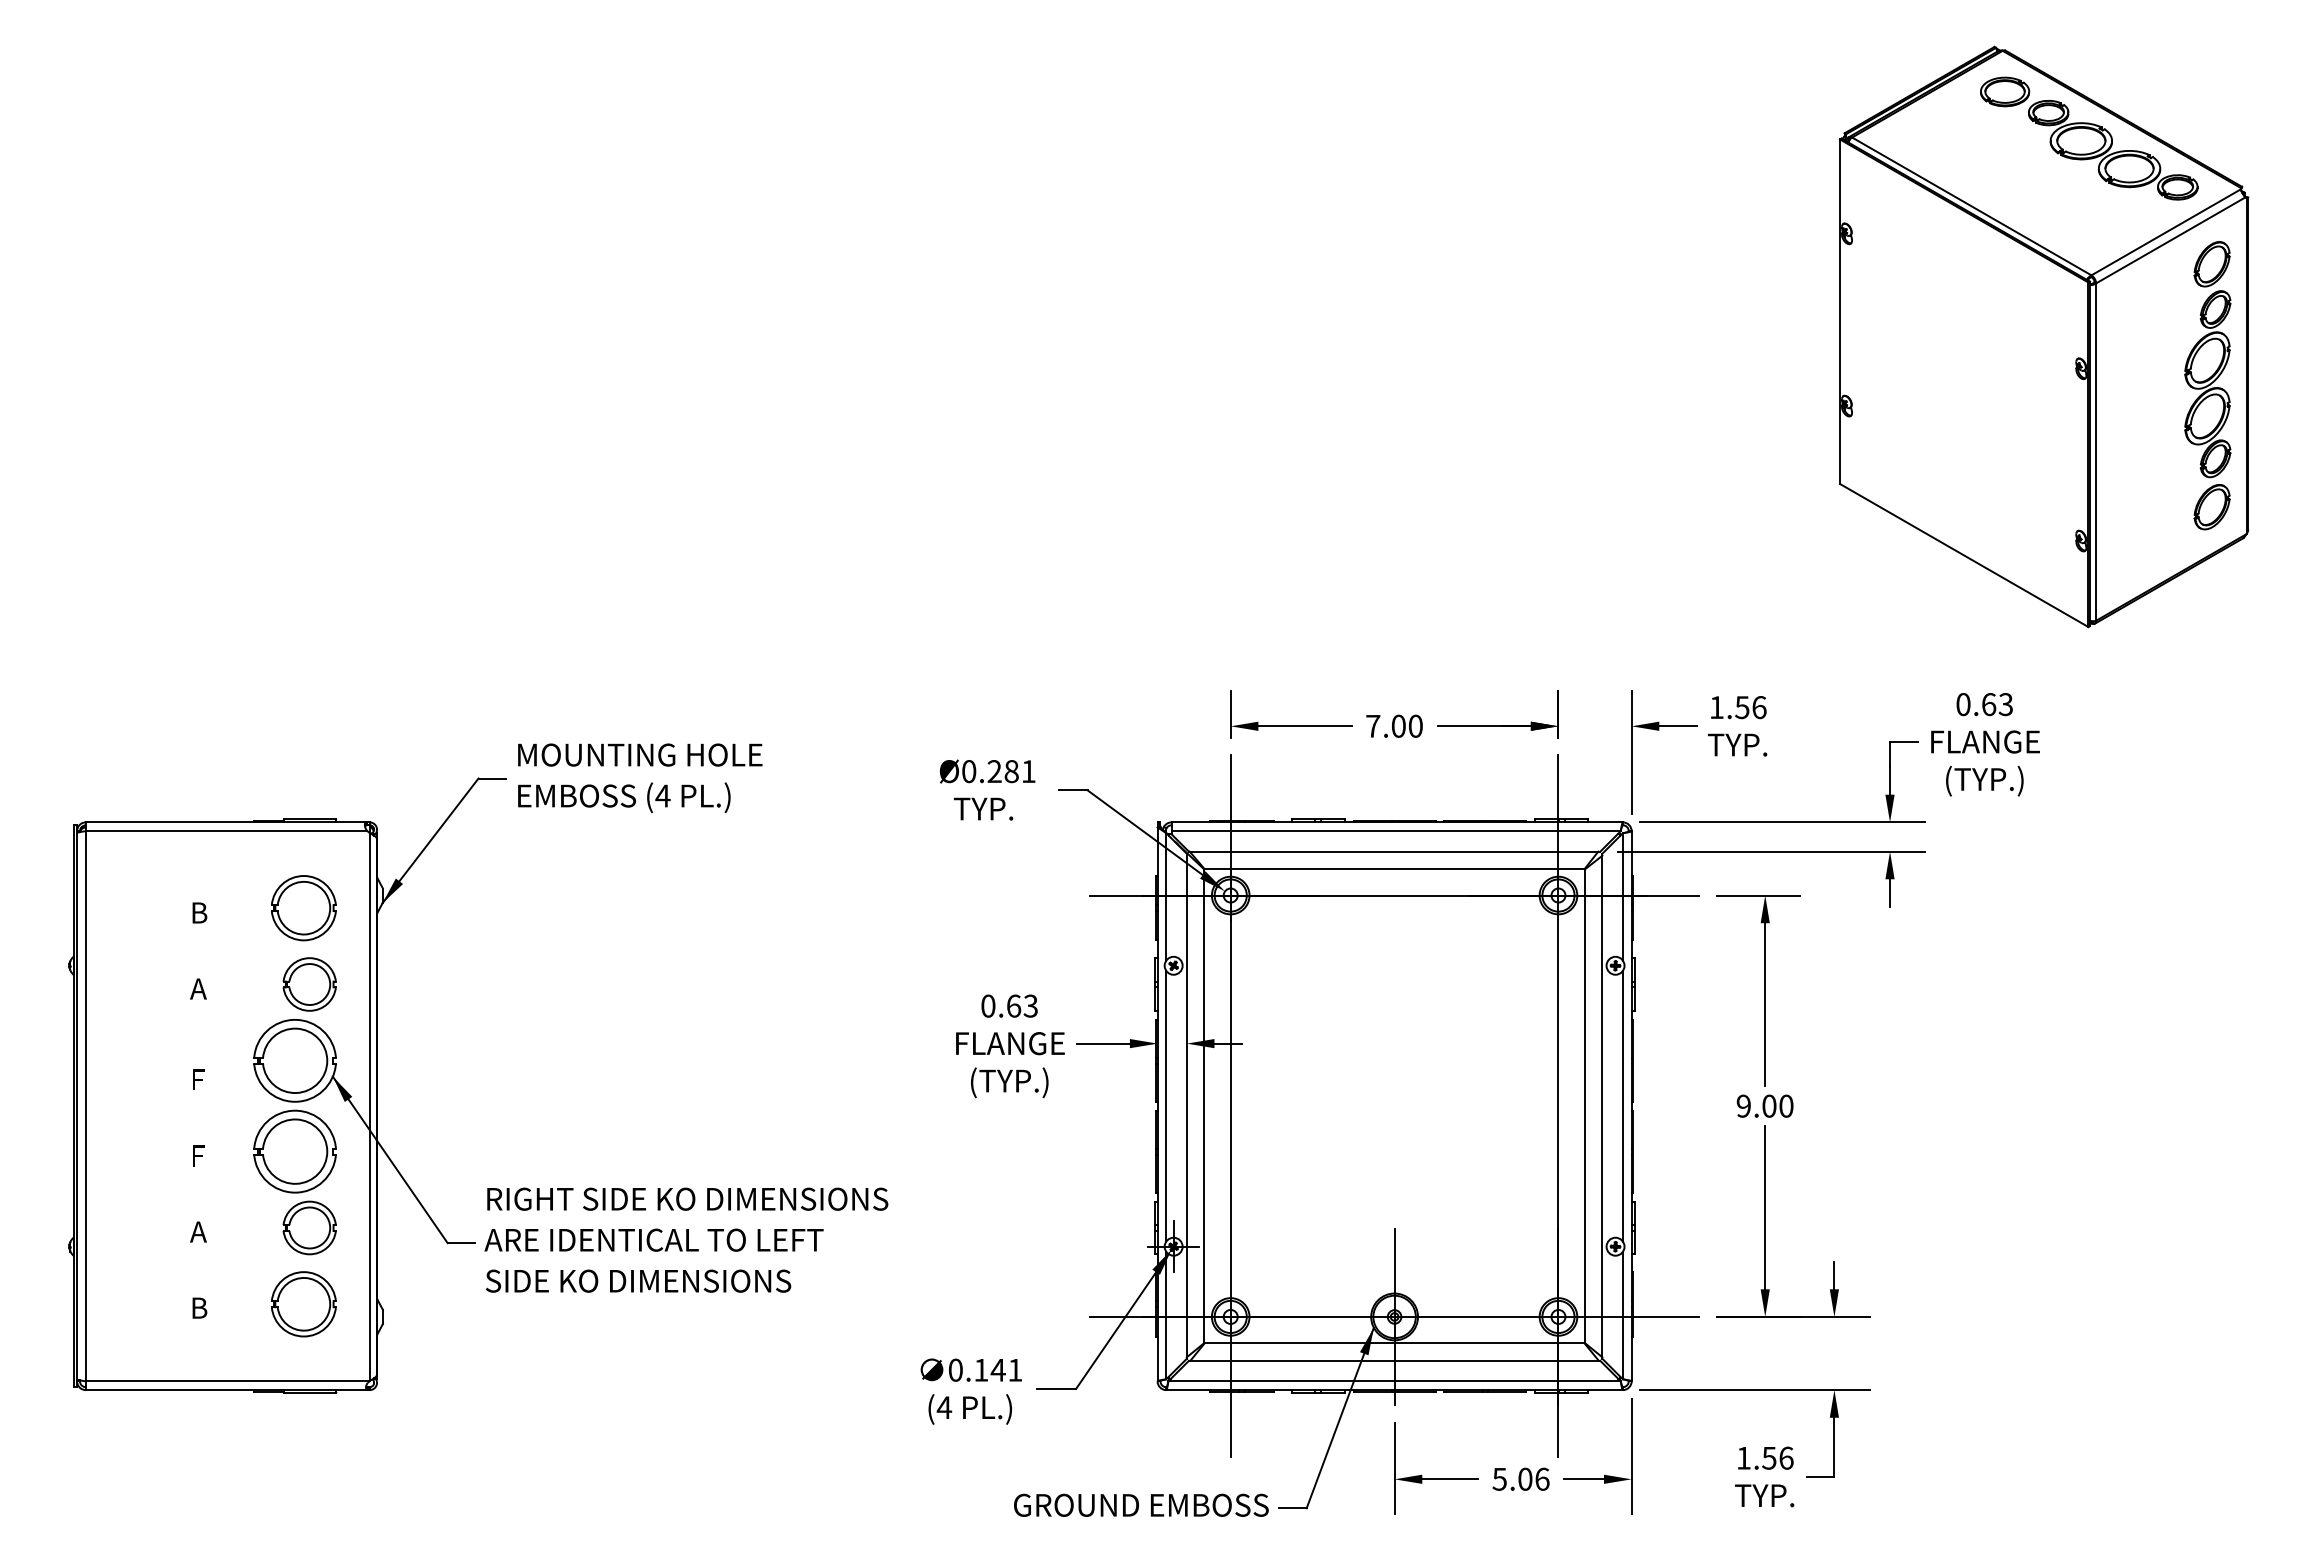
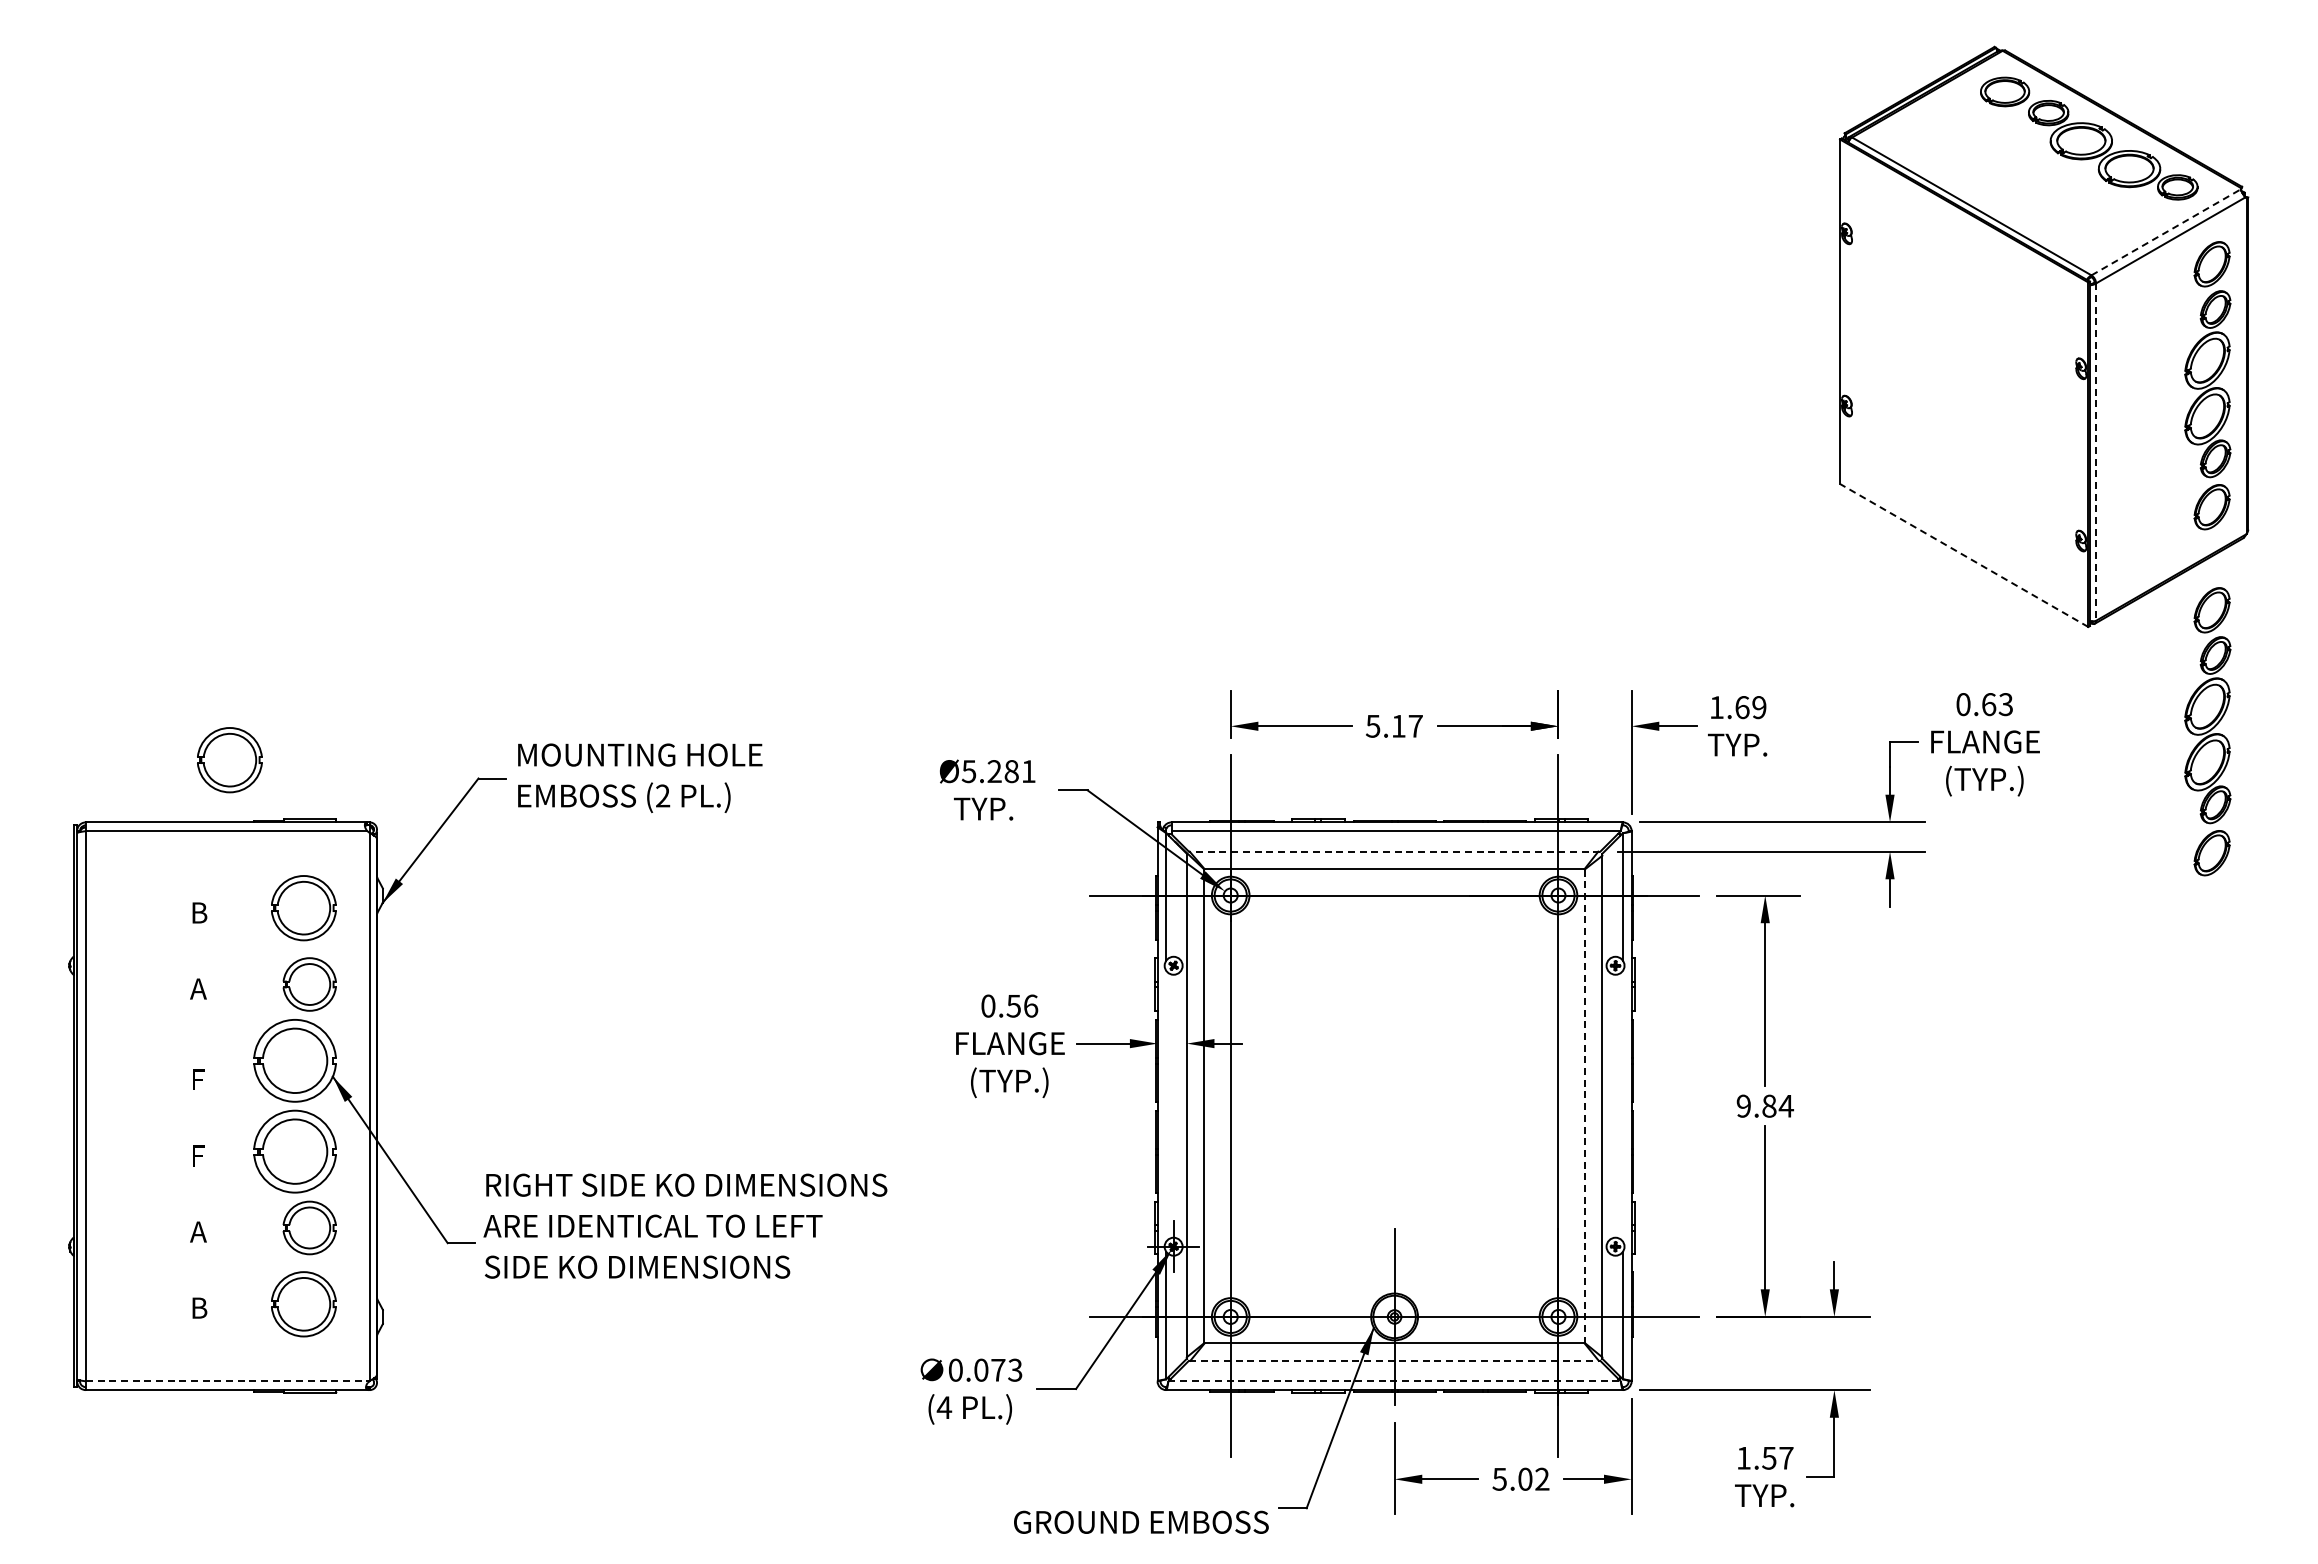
line at (2166, 232): solid -> dashed
line at (2096, 452): solid -> dashed
line at (1963, 555): solid -> dashed
text at (1750, 707): 1.56 -> 1.69
text at (1394, 725): 7.00 -> 5.17
part at (2207, 731): none -> present
part at (229, 760): none -> present
text at (968, 771): Ø0.281 -> Ø5.281
text at (662, 795): (4 -> (2
line at (1394, 851): solid -> dashed
text at (1022, 1005): 0.63 -> 0.56
line at (1166, 1105): present -> none
line at (1622, 1105): present -> none
text at (1778, 1105): 9.00 -> 9.84
line at (1584, 1106): solid -> dashed
text at (686, 1239) position: (686, 1239) -> (685, 1225)
line at (1394, 1360): solid -> dashed
text at (998, 1369): 0.141 -> 0.073
line at (227, 1381): solid -> dashed
line at (1395, 1381): solid -> dashed
text at (1786, 1457): 1.56 -> 1.57
text at (1542, 1478): 5.06 -> 5.02
text at (1141, 1504) position: (1141, 1504) -> (1141, 1521)
